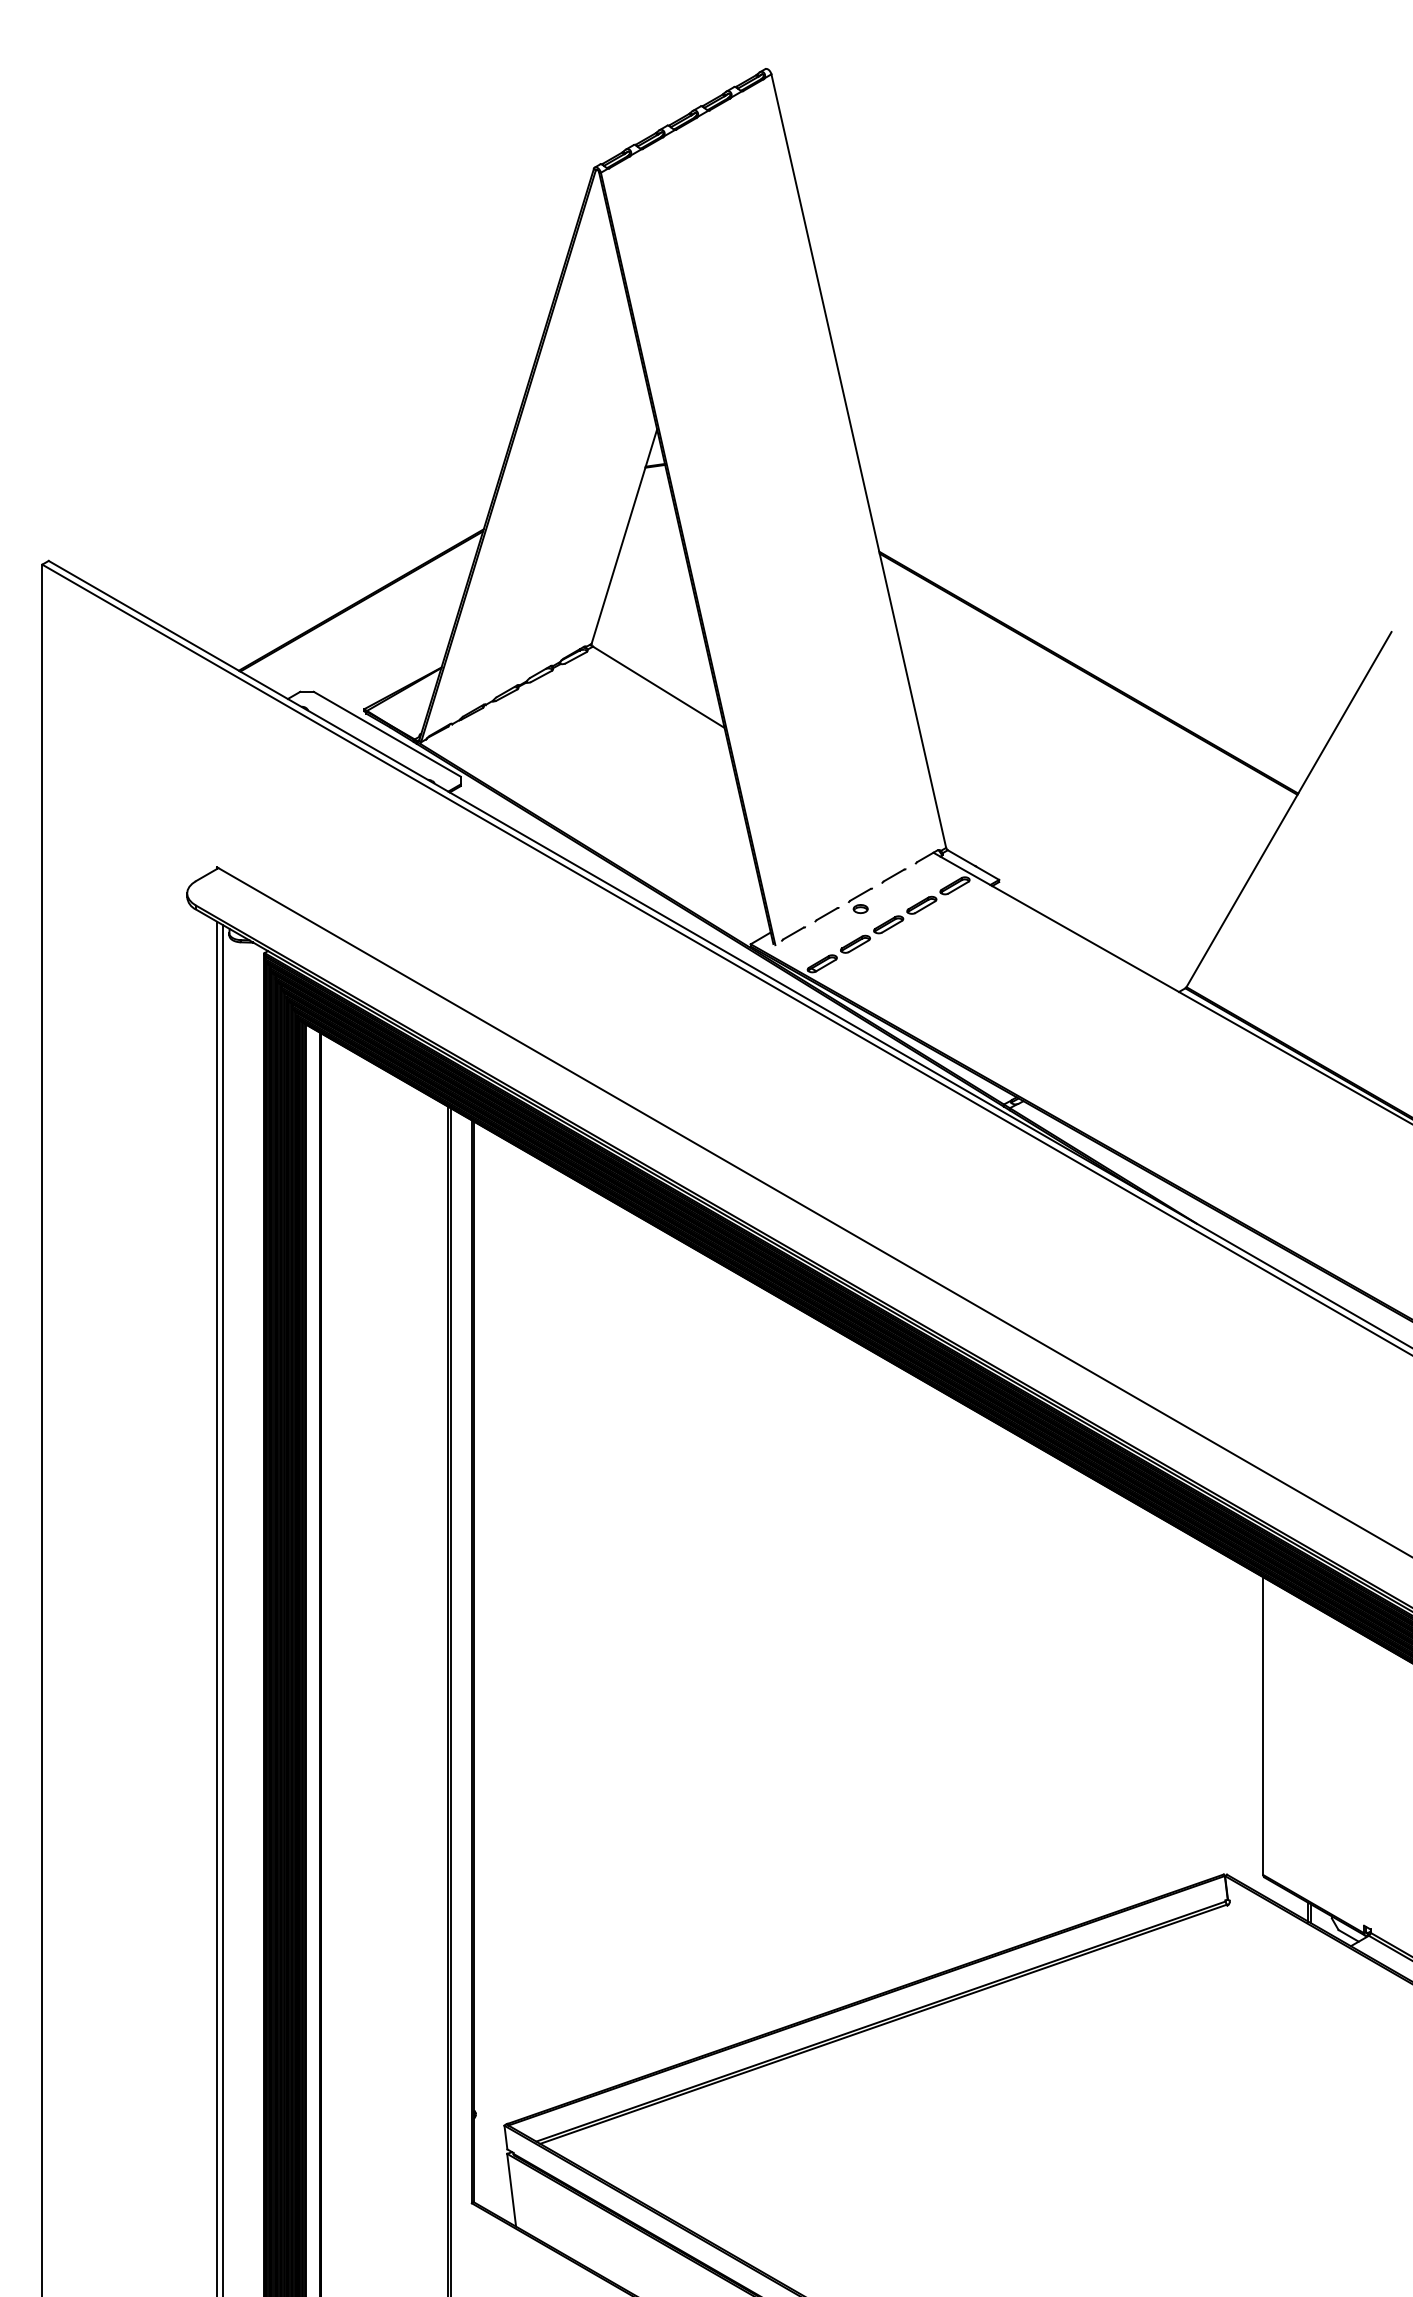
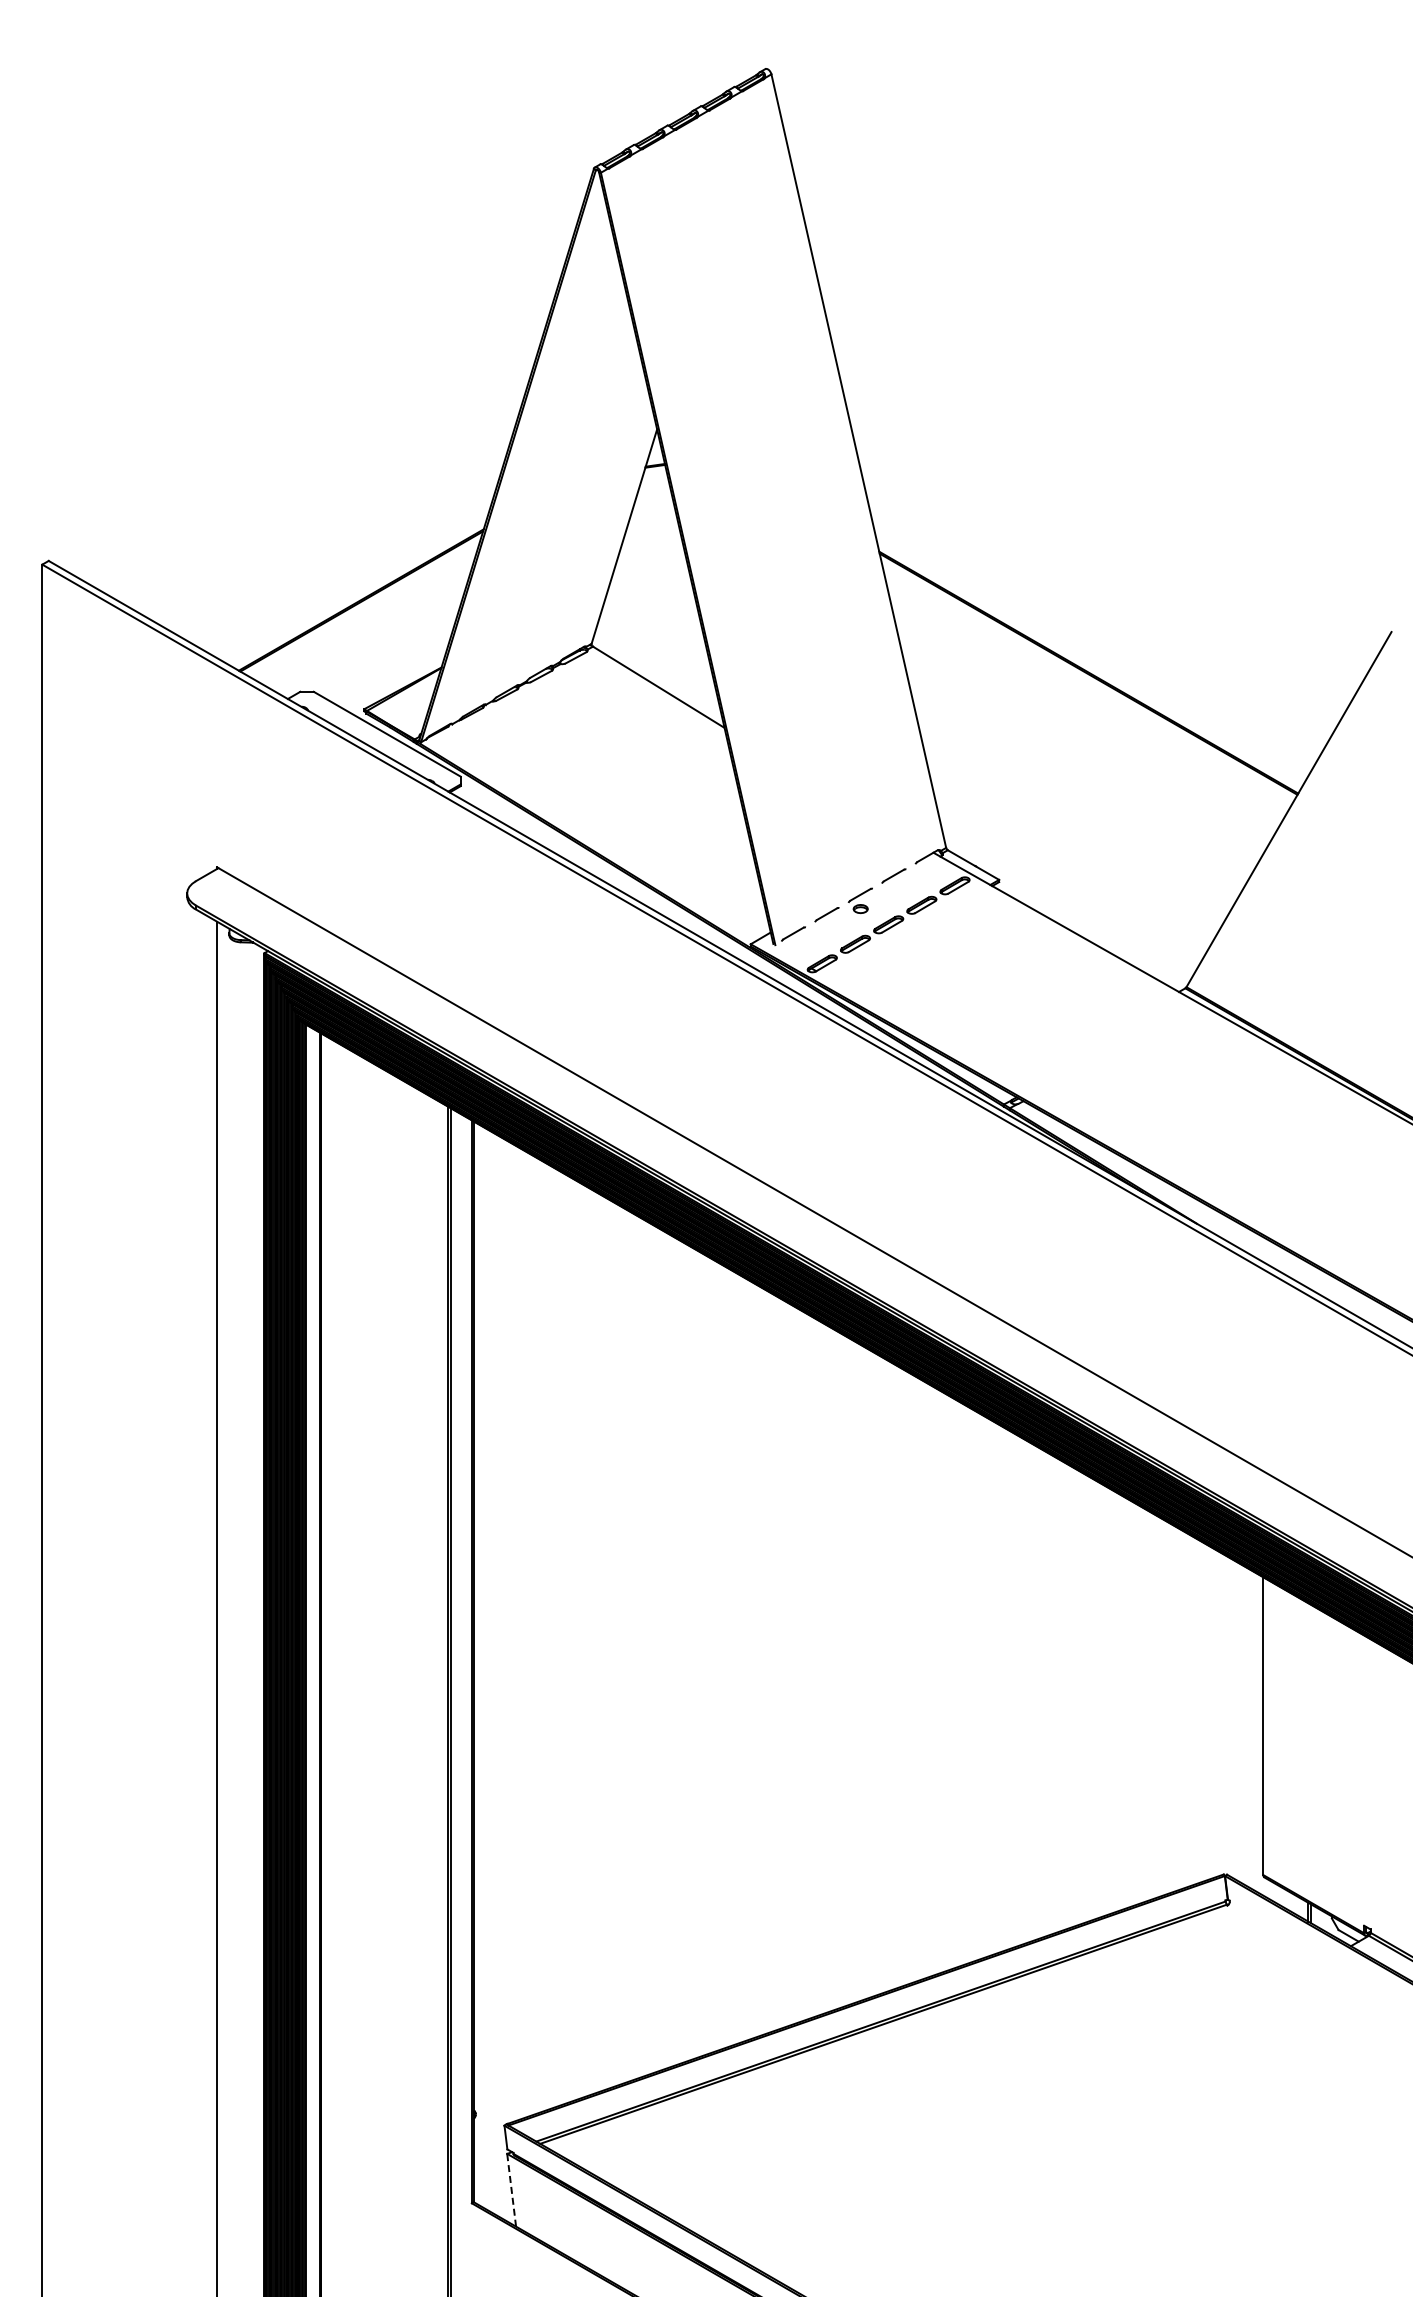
line at (223, 1609): present -> none
line at (511, 2190): solid -> dashed
